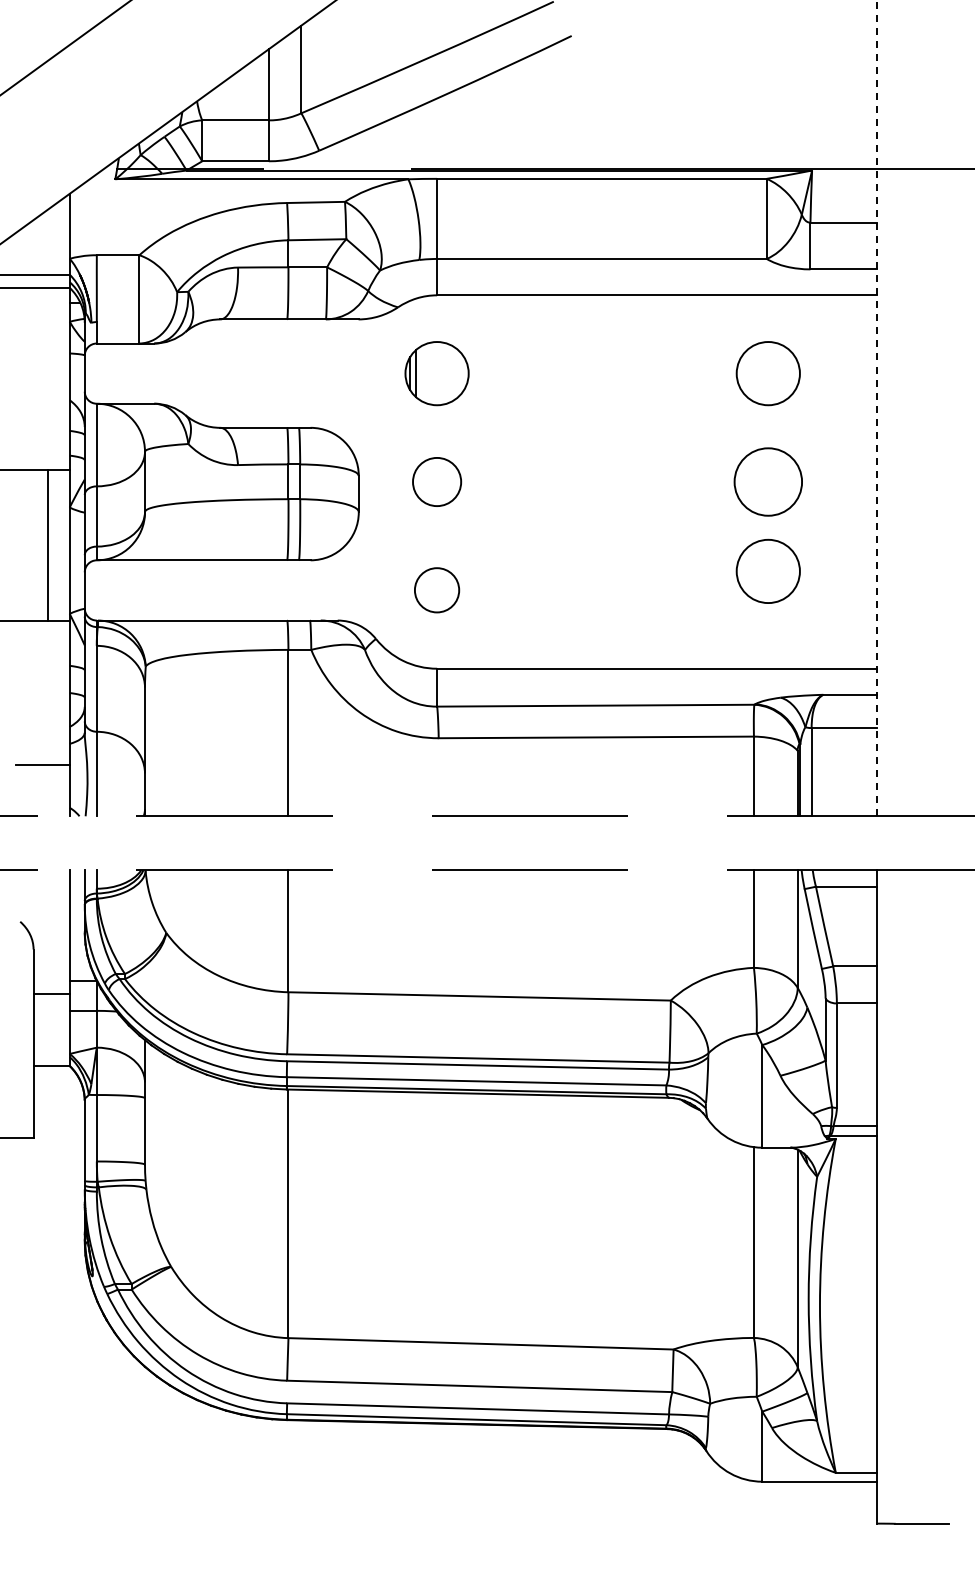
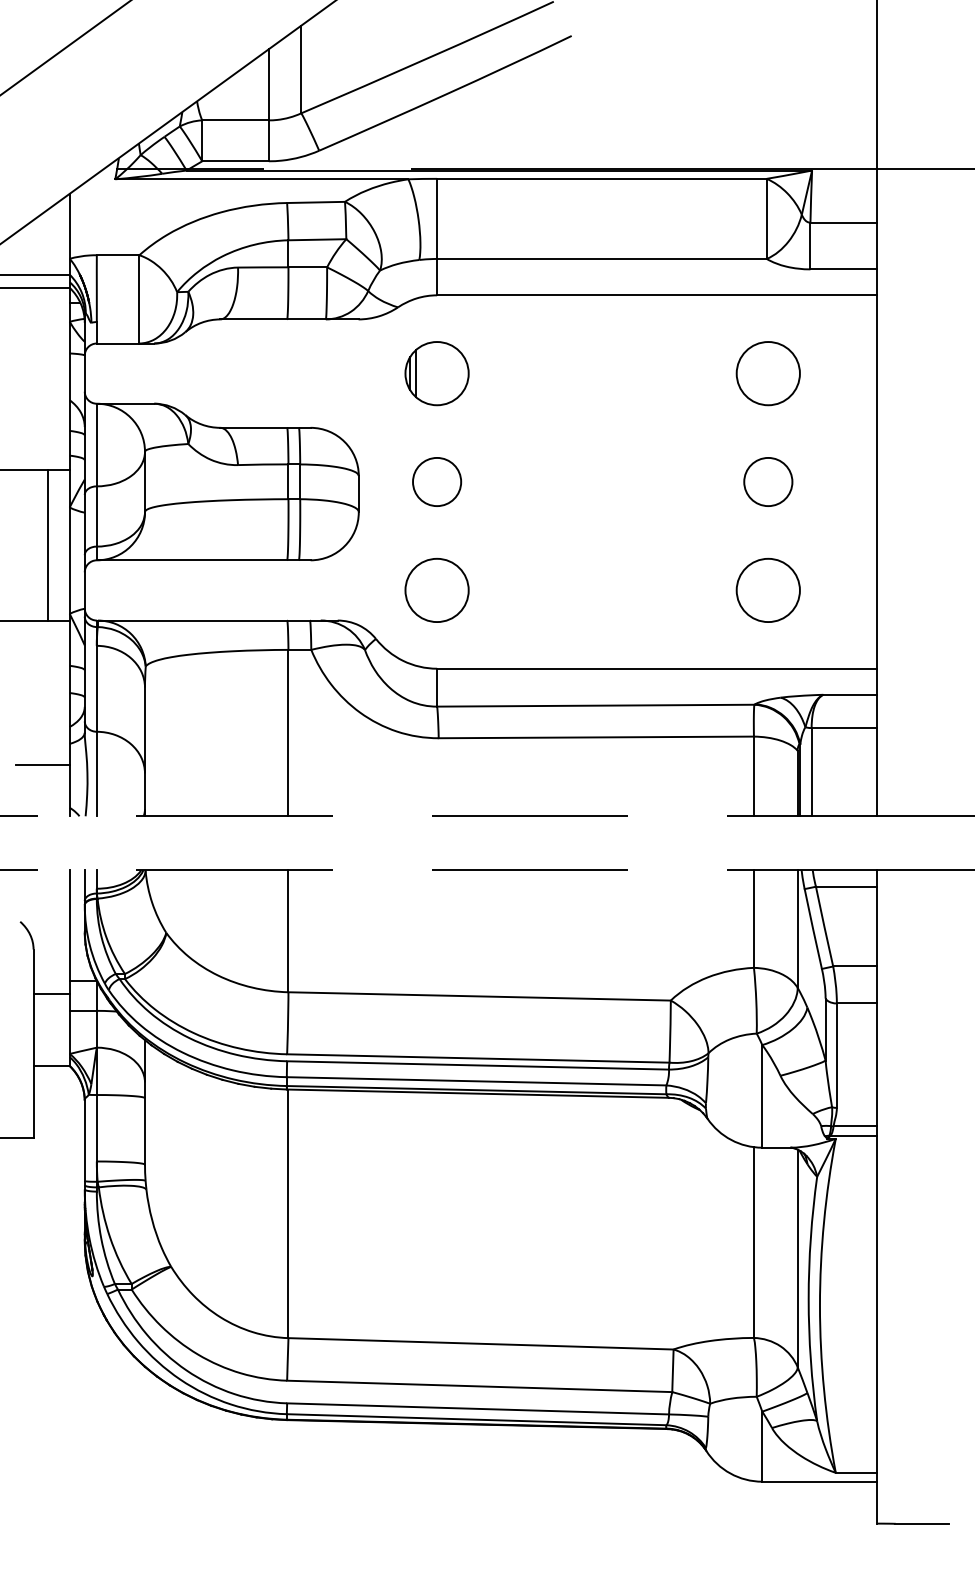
line at (876, 408): dashed -> solid
circle at (768, 481) diameter: 67 px -> 48 px
circle at (767, 570) position: (767, 570) -> (767, 589)
circle at (437, 590) size: 47x47 px -> 66x66 px
